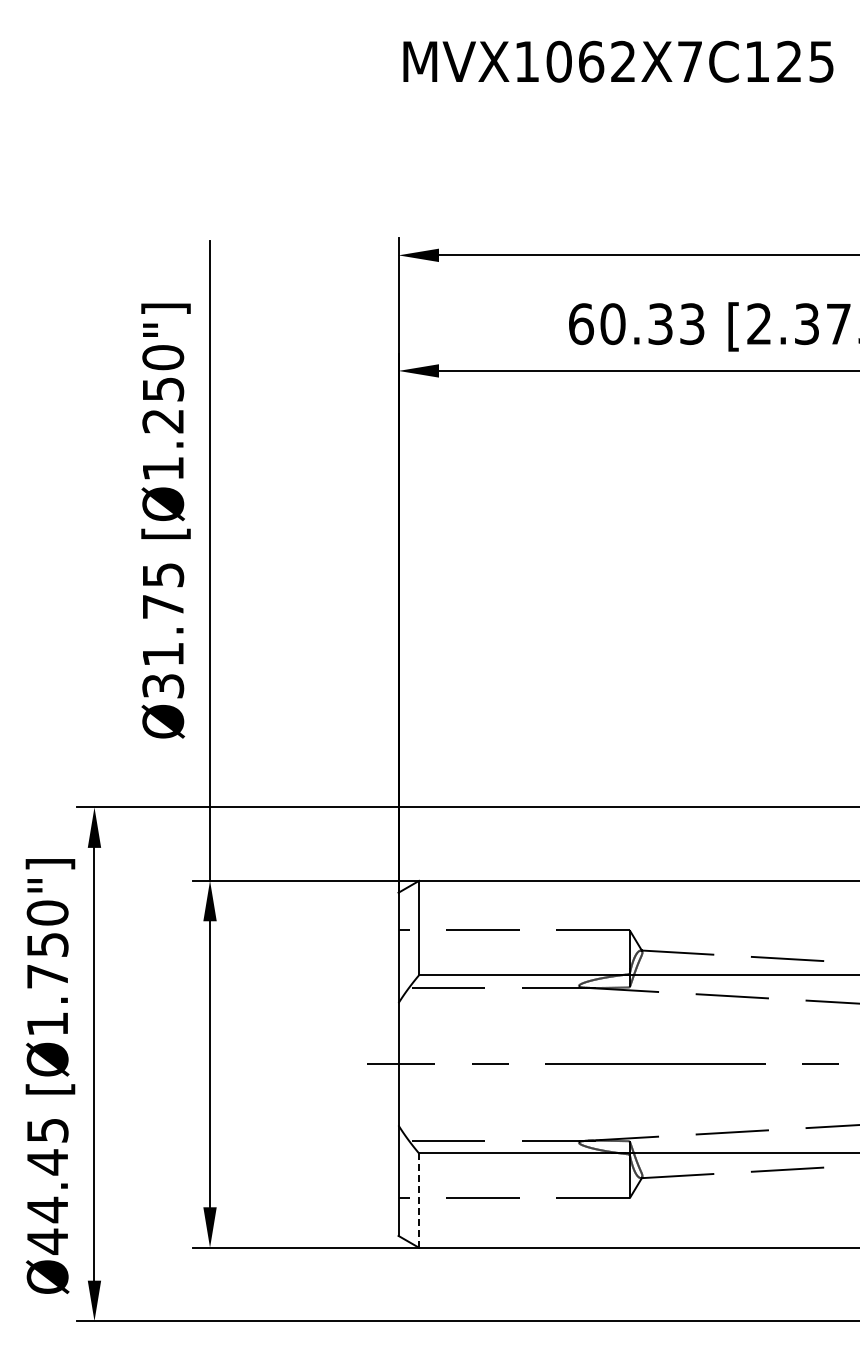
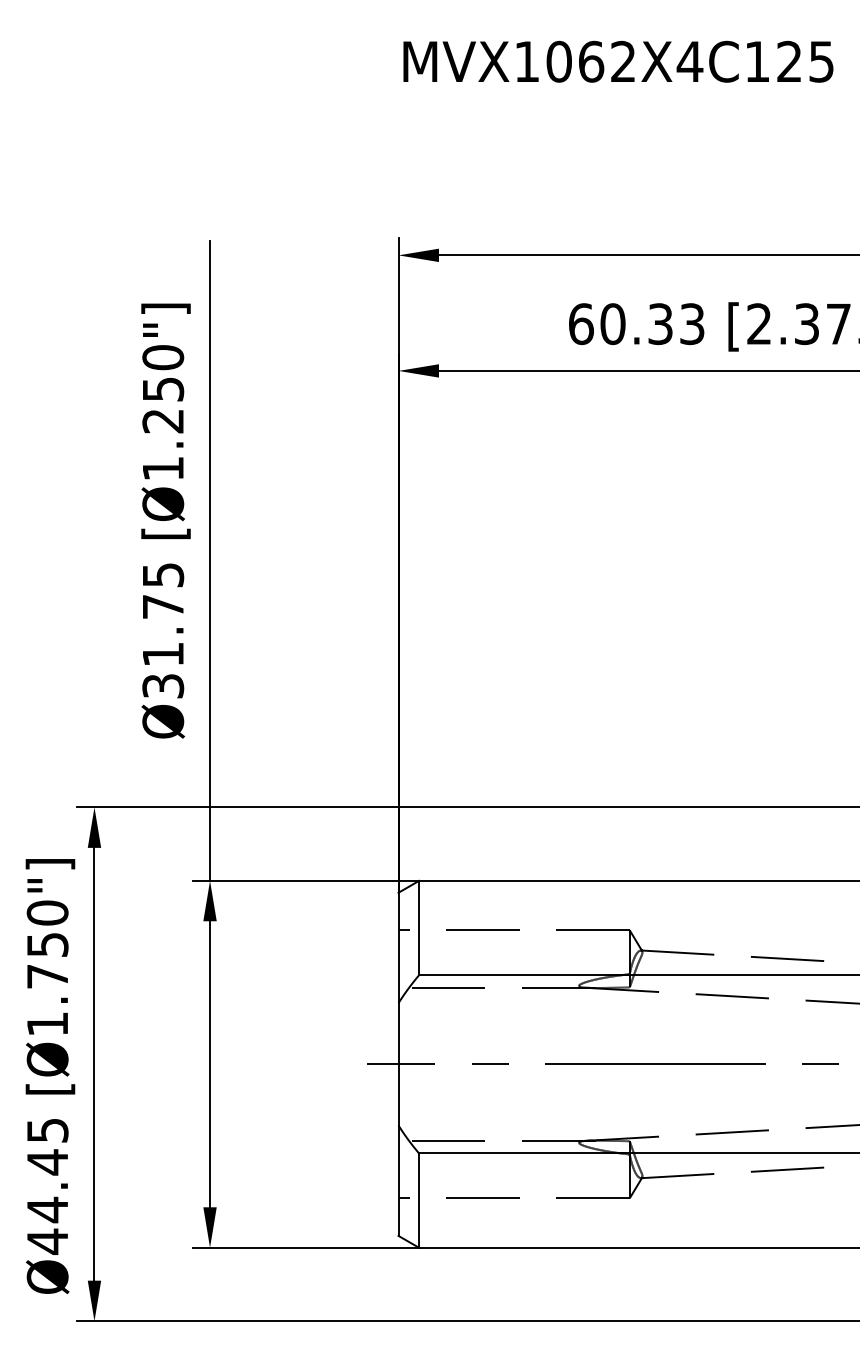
text at (689, 61): MVX1062X7C125 -> MVX1062X4C125
line at (419, 1201): dashed -> solid
